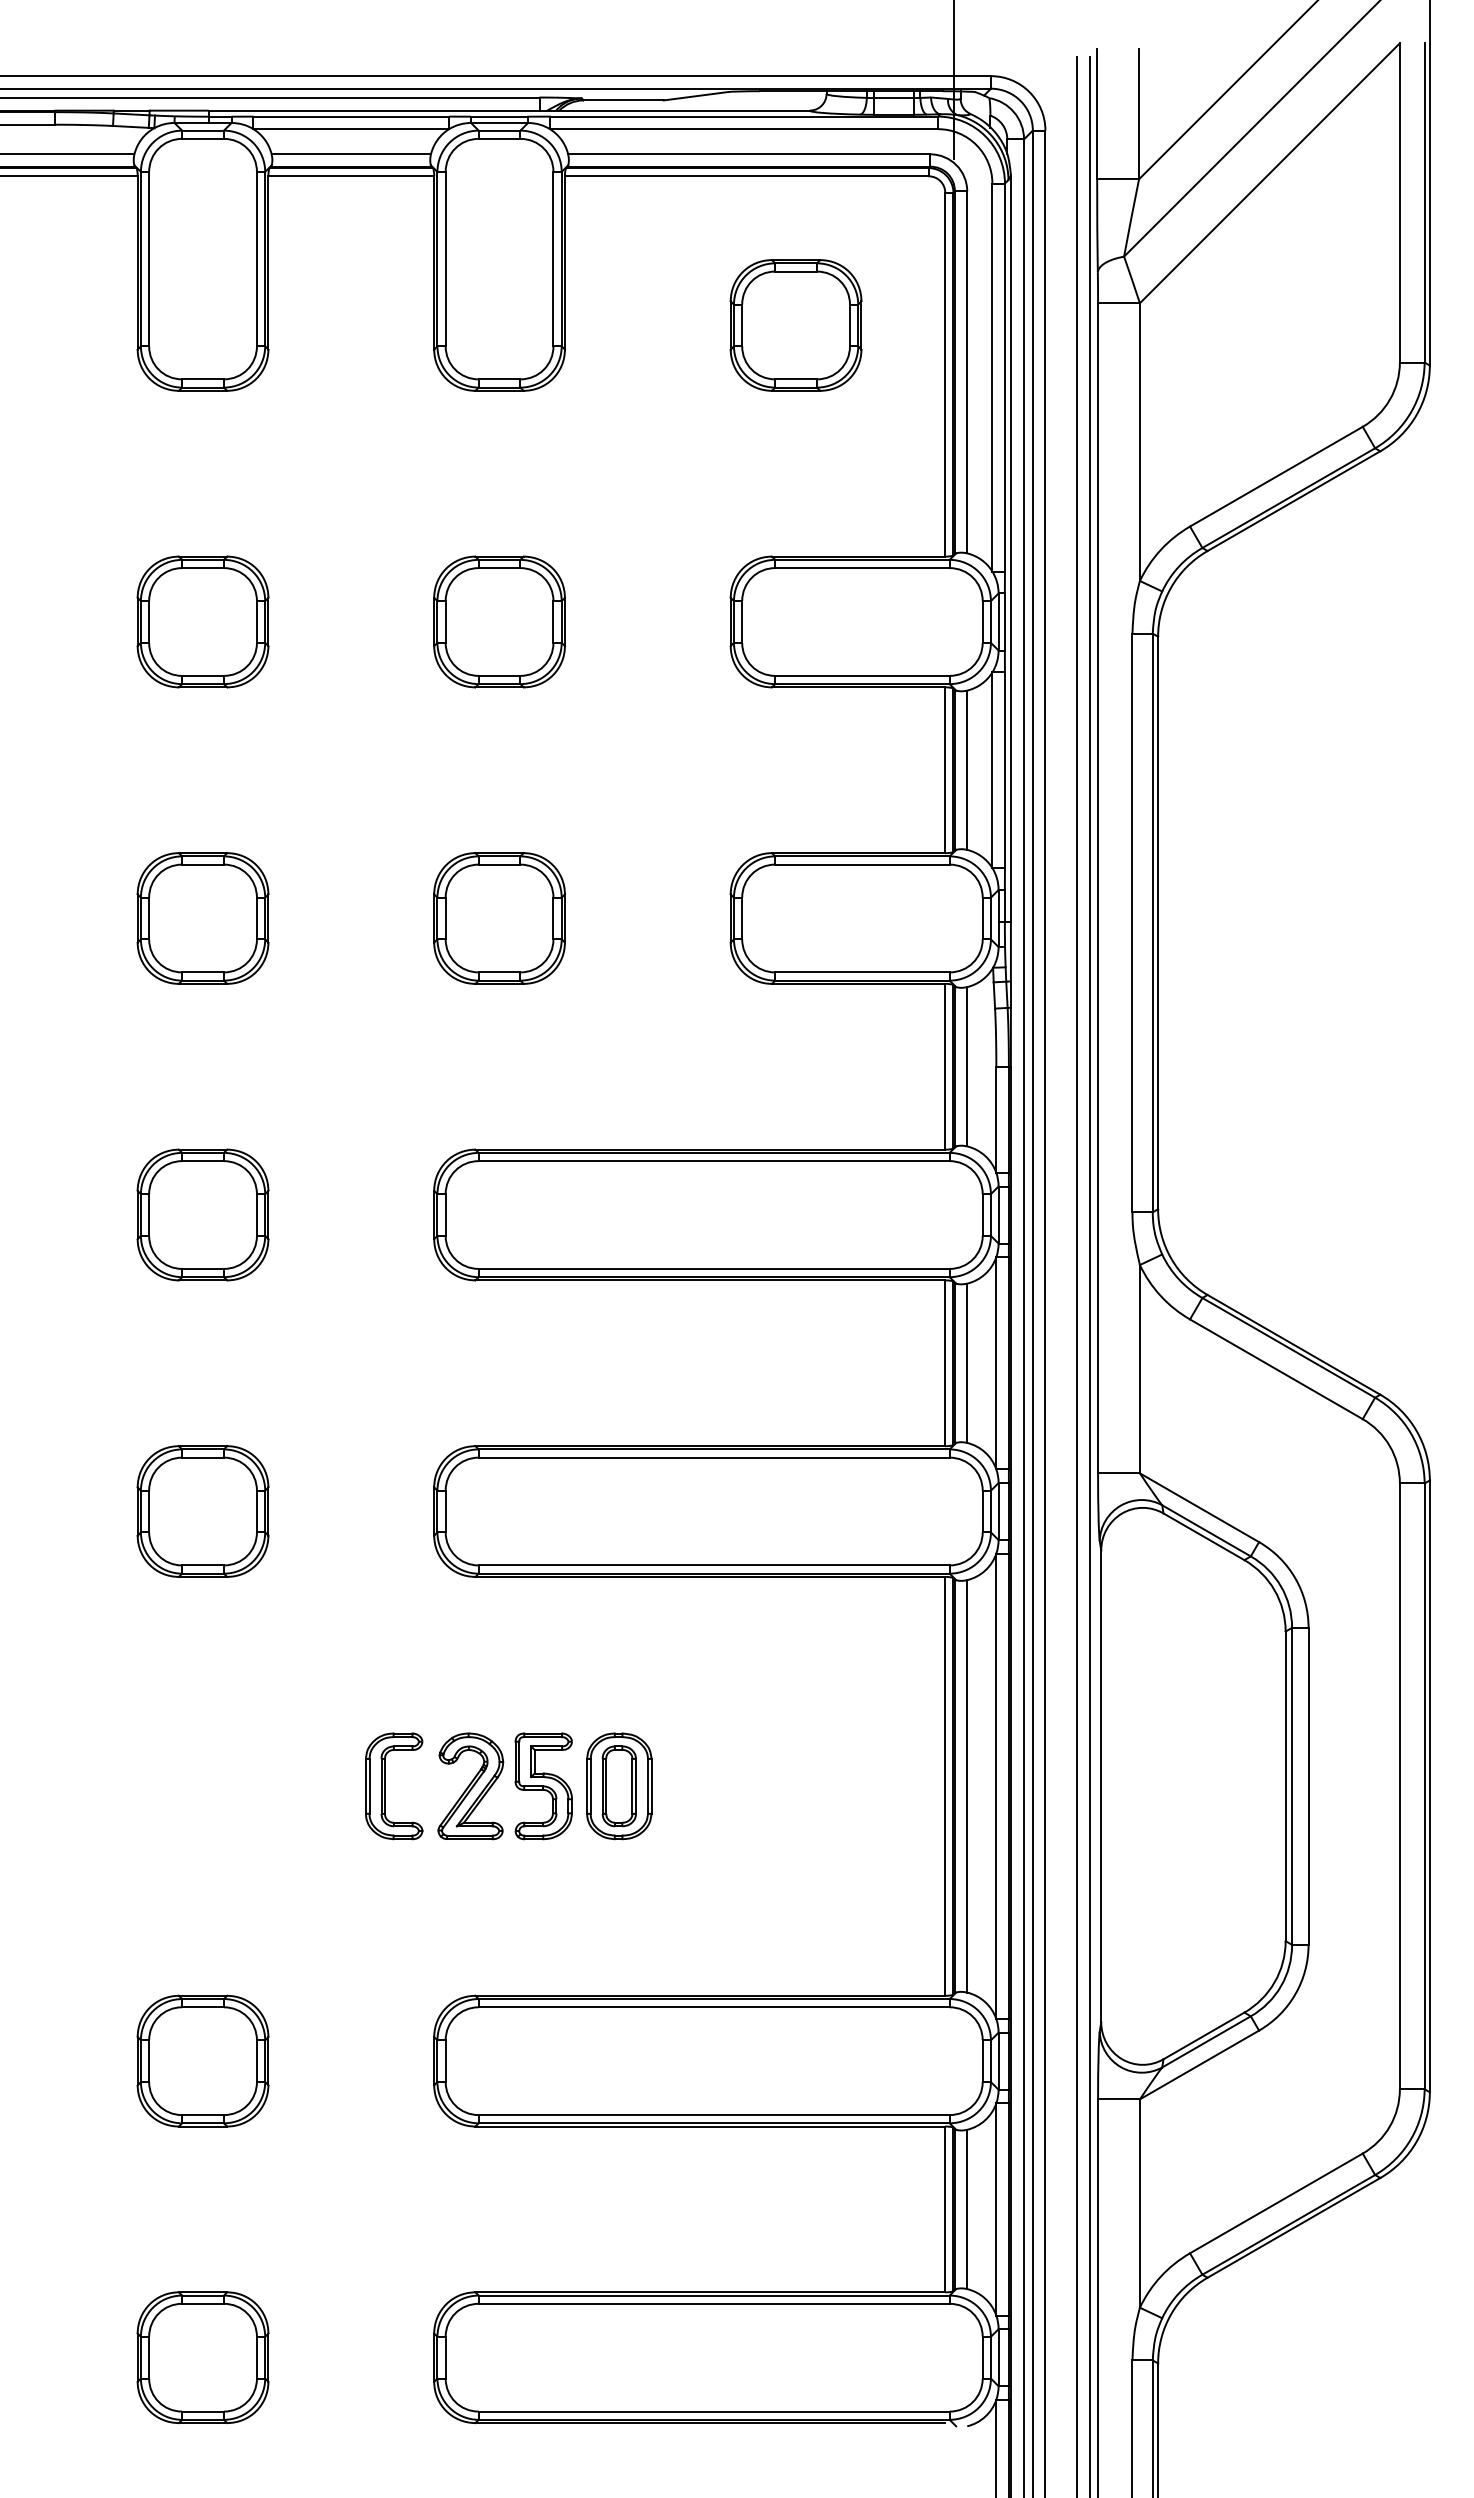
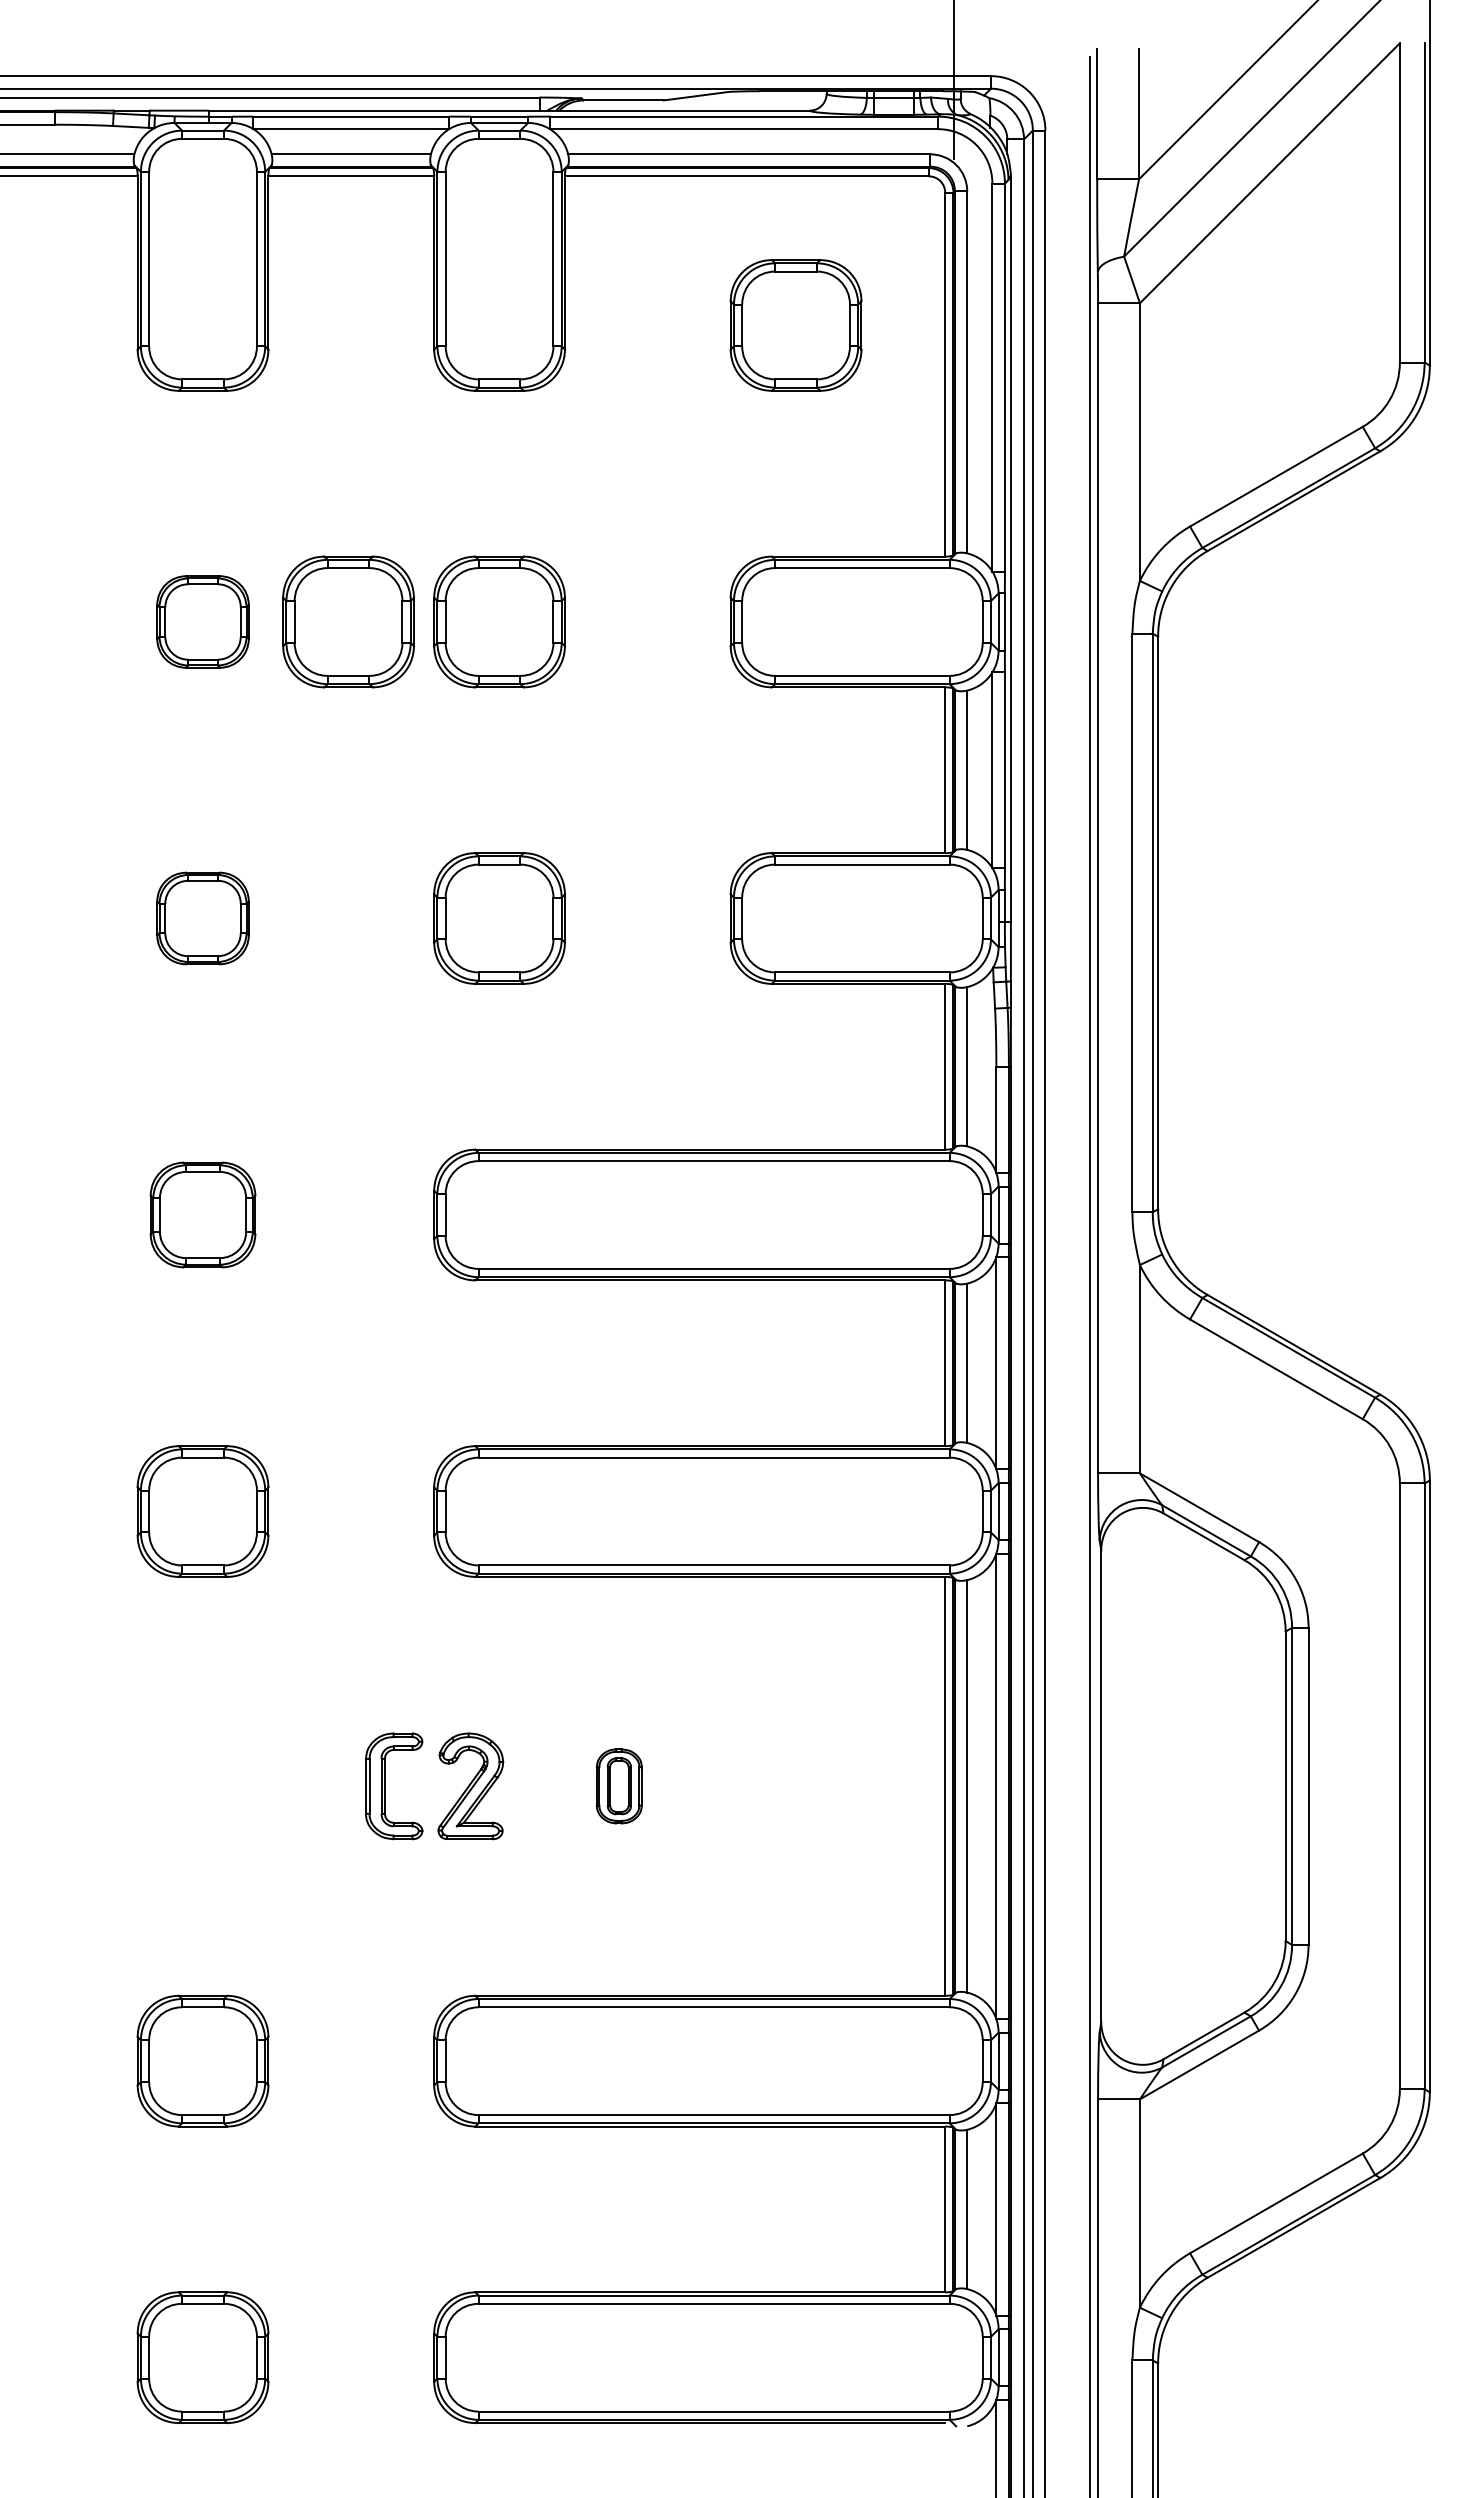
part at (202, 621) size: 134x134 px -> 94x94 px
part at (348, 621): none -> present
part at (202, 918) size: 134x133 px -> 94x95 px
part at (202, 1214) size: 134x134 px -> 108x108 px
line at (1076, 1275): present -> none
part at (543, 1786): present -> none
part at (619, 1786) size: 67x109 px -> 48x77 px
